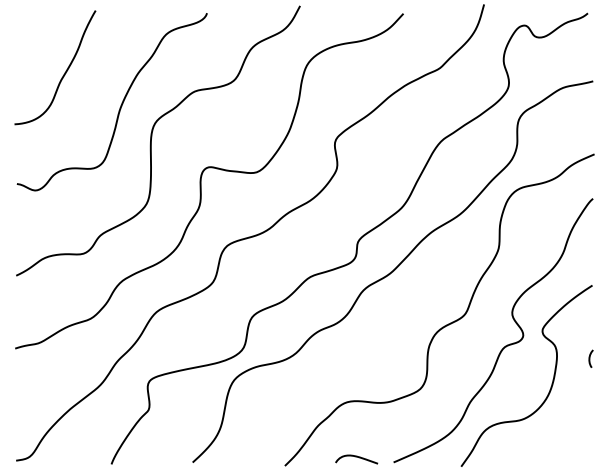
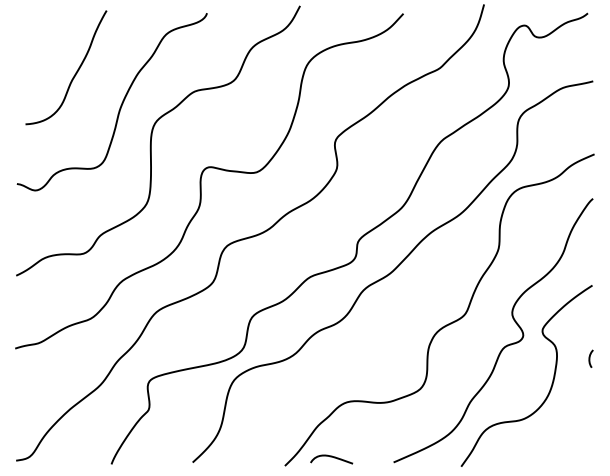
curve at (64, 72) position: (64, 72) -> (75, 72)
curve at (356, 457) position: (356, 457) -> (331, 457)
